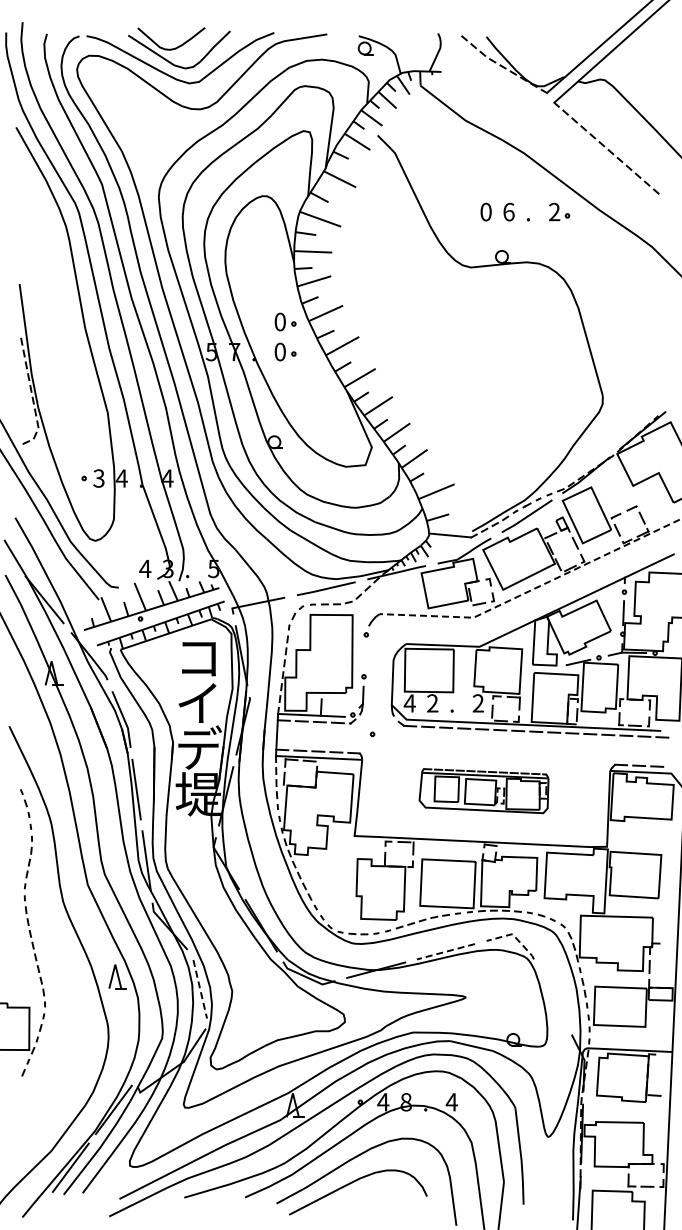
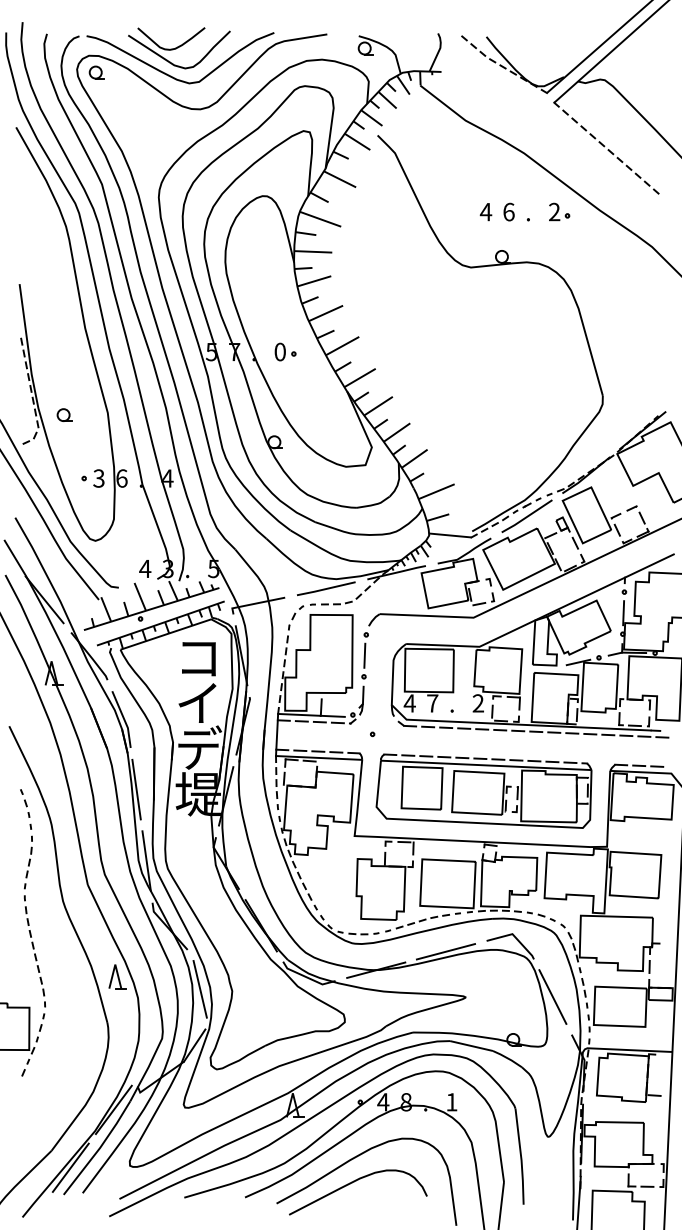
part at (96, 72): none -> present
text at (485, 211): 0 -> 4
part at (285, 321): present -> none
part at (64, 414): none -> present
text at (121, 478): 4 -> 6
line at (534, 588): dashed -> solid
line at (364, 655): none -> present
text at (432, 703): 2 -> 7
part at (483, 791) size: 132x47 px -> 218x76 px
line at (515, 937): dashed -> solid
line at (445, 951): dashed -> solid
line at (200, 988): dashed -> solid
line at (552, 996): none -> present
text at (451, 1102): 4 -> 1
